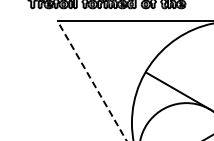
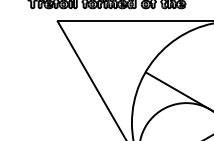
line at (92, 81): dashed -> solid
